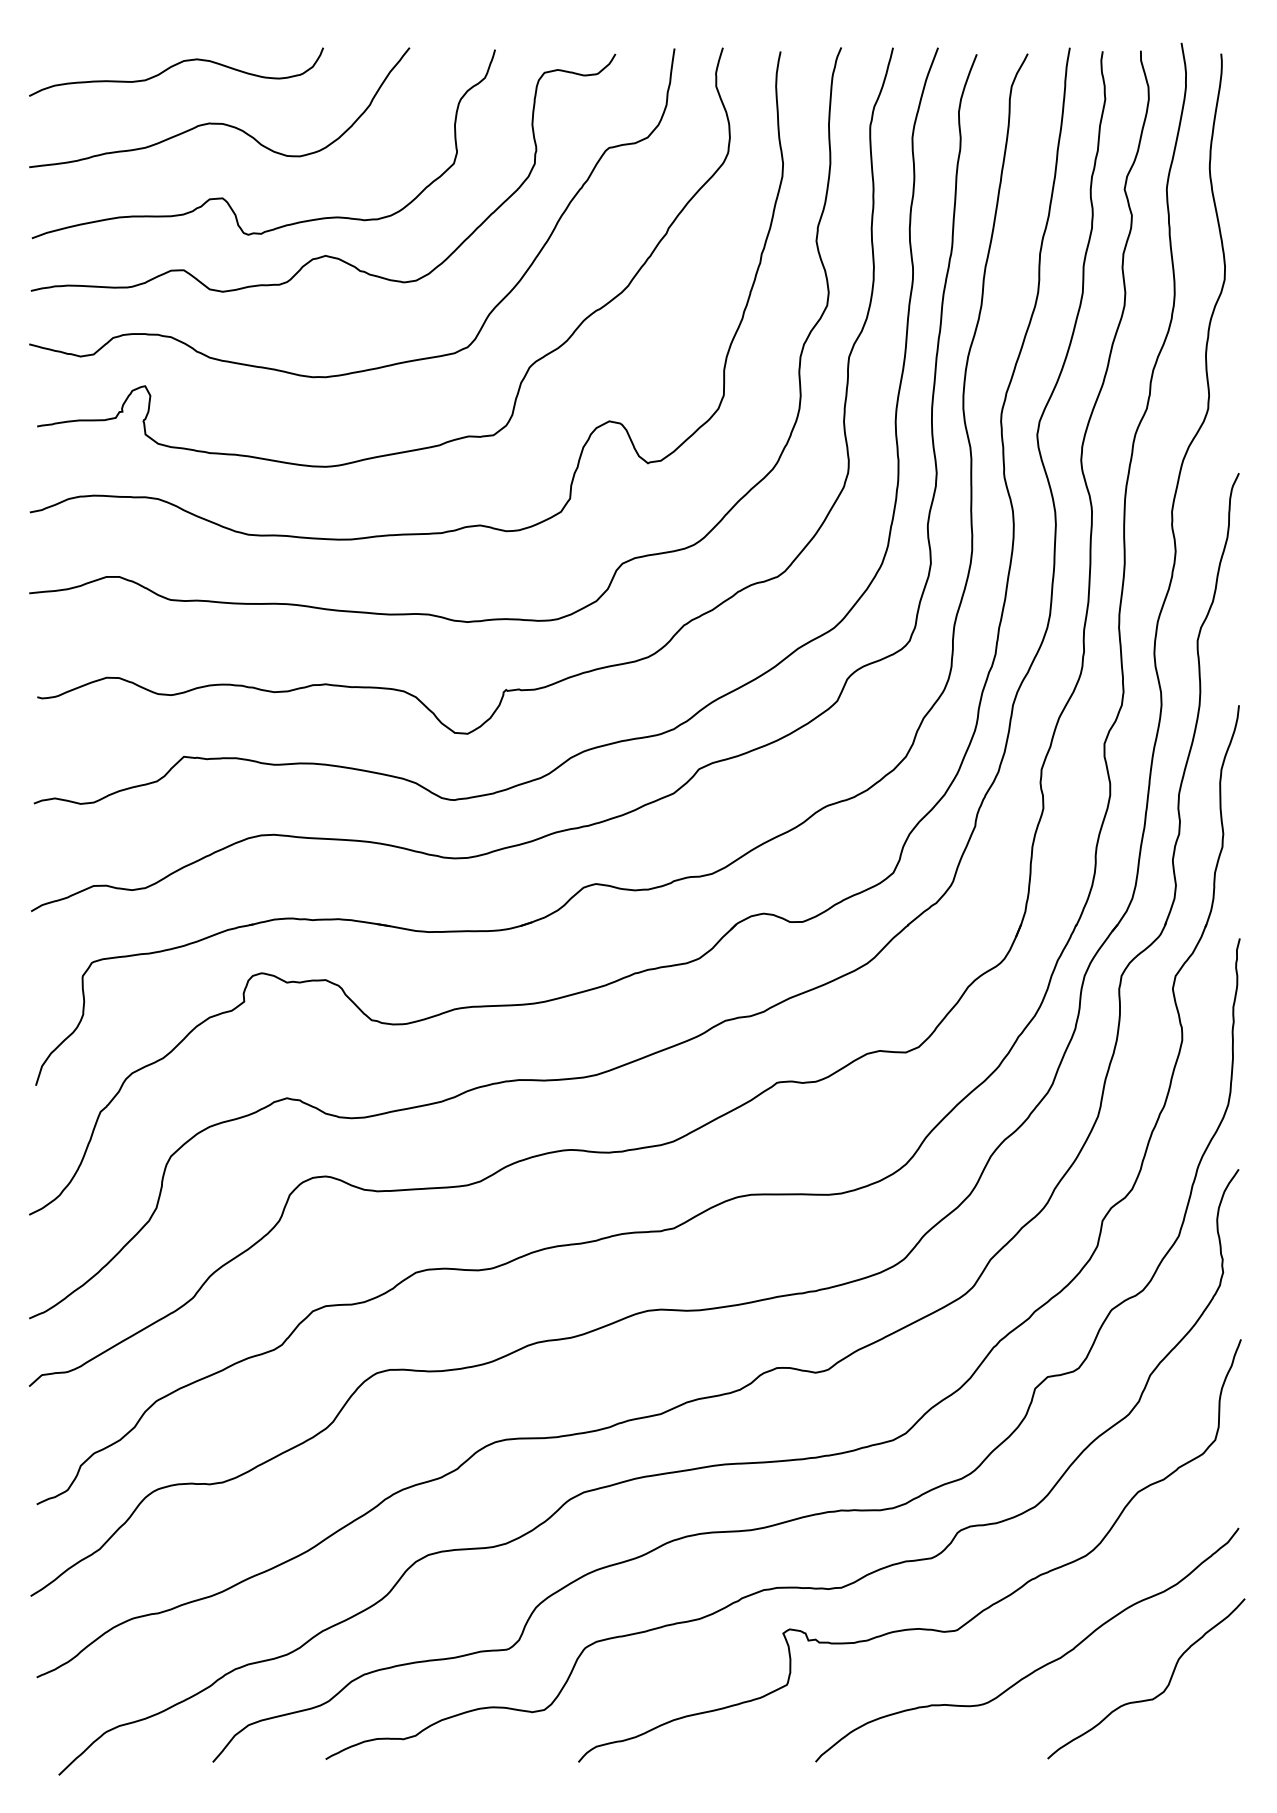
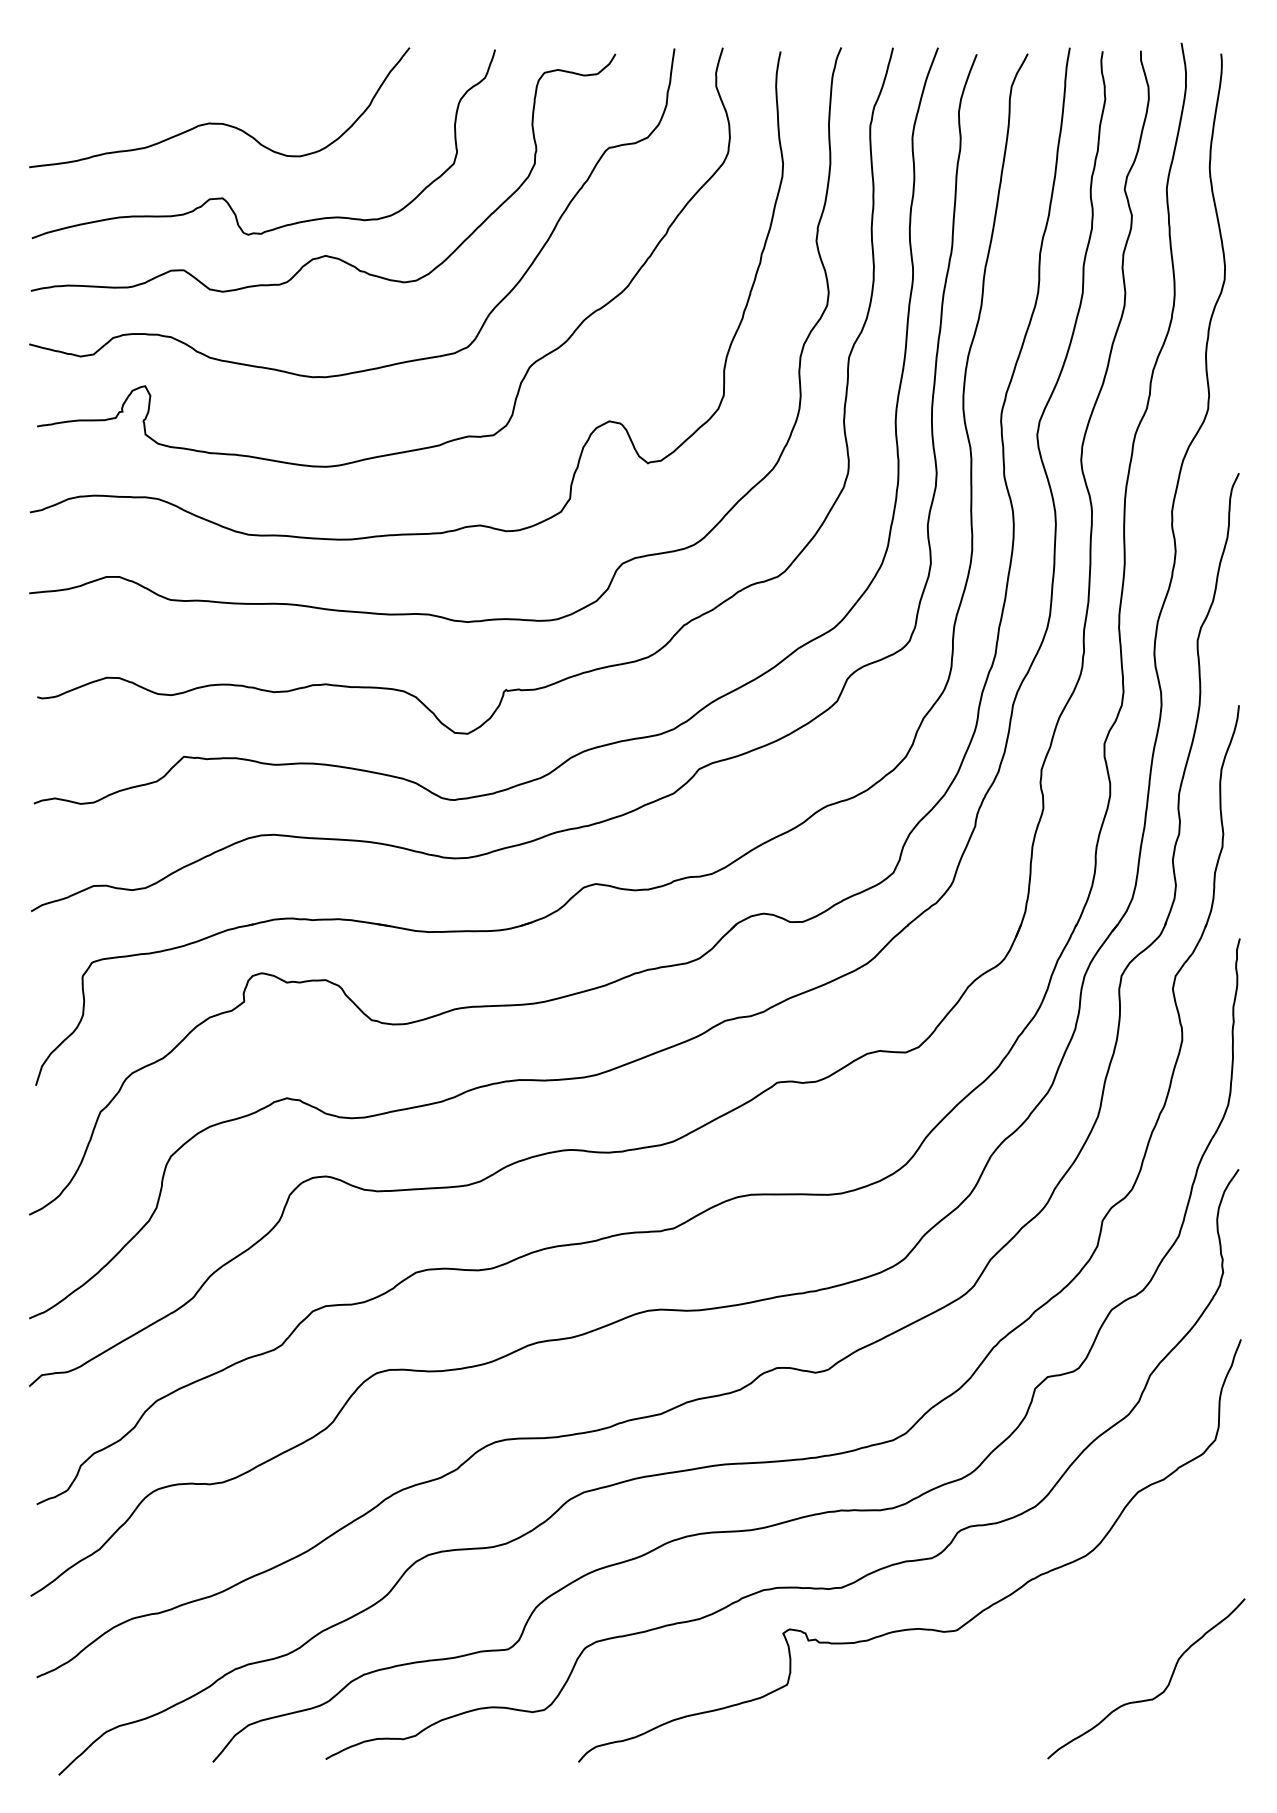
curve at (174, 66): present -> none
curve at (1042, 1665): present -> none
